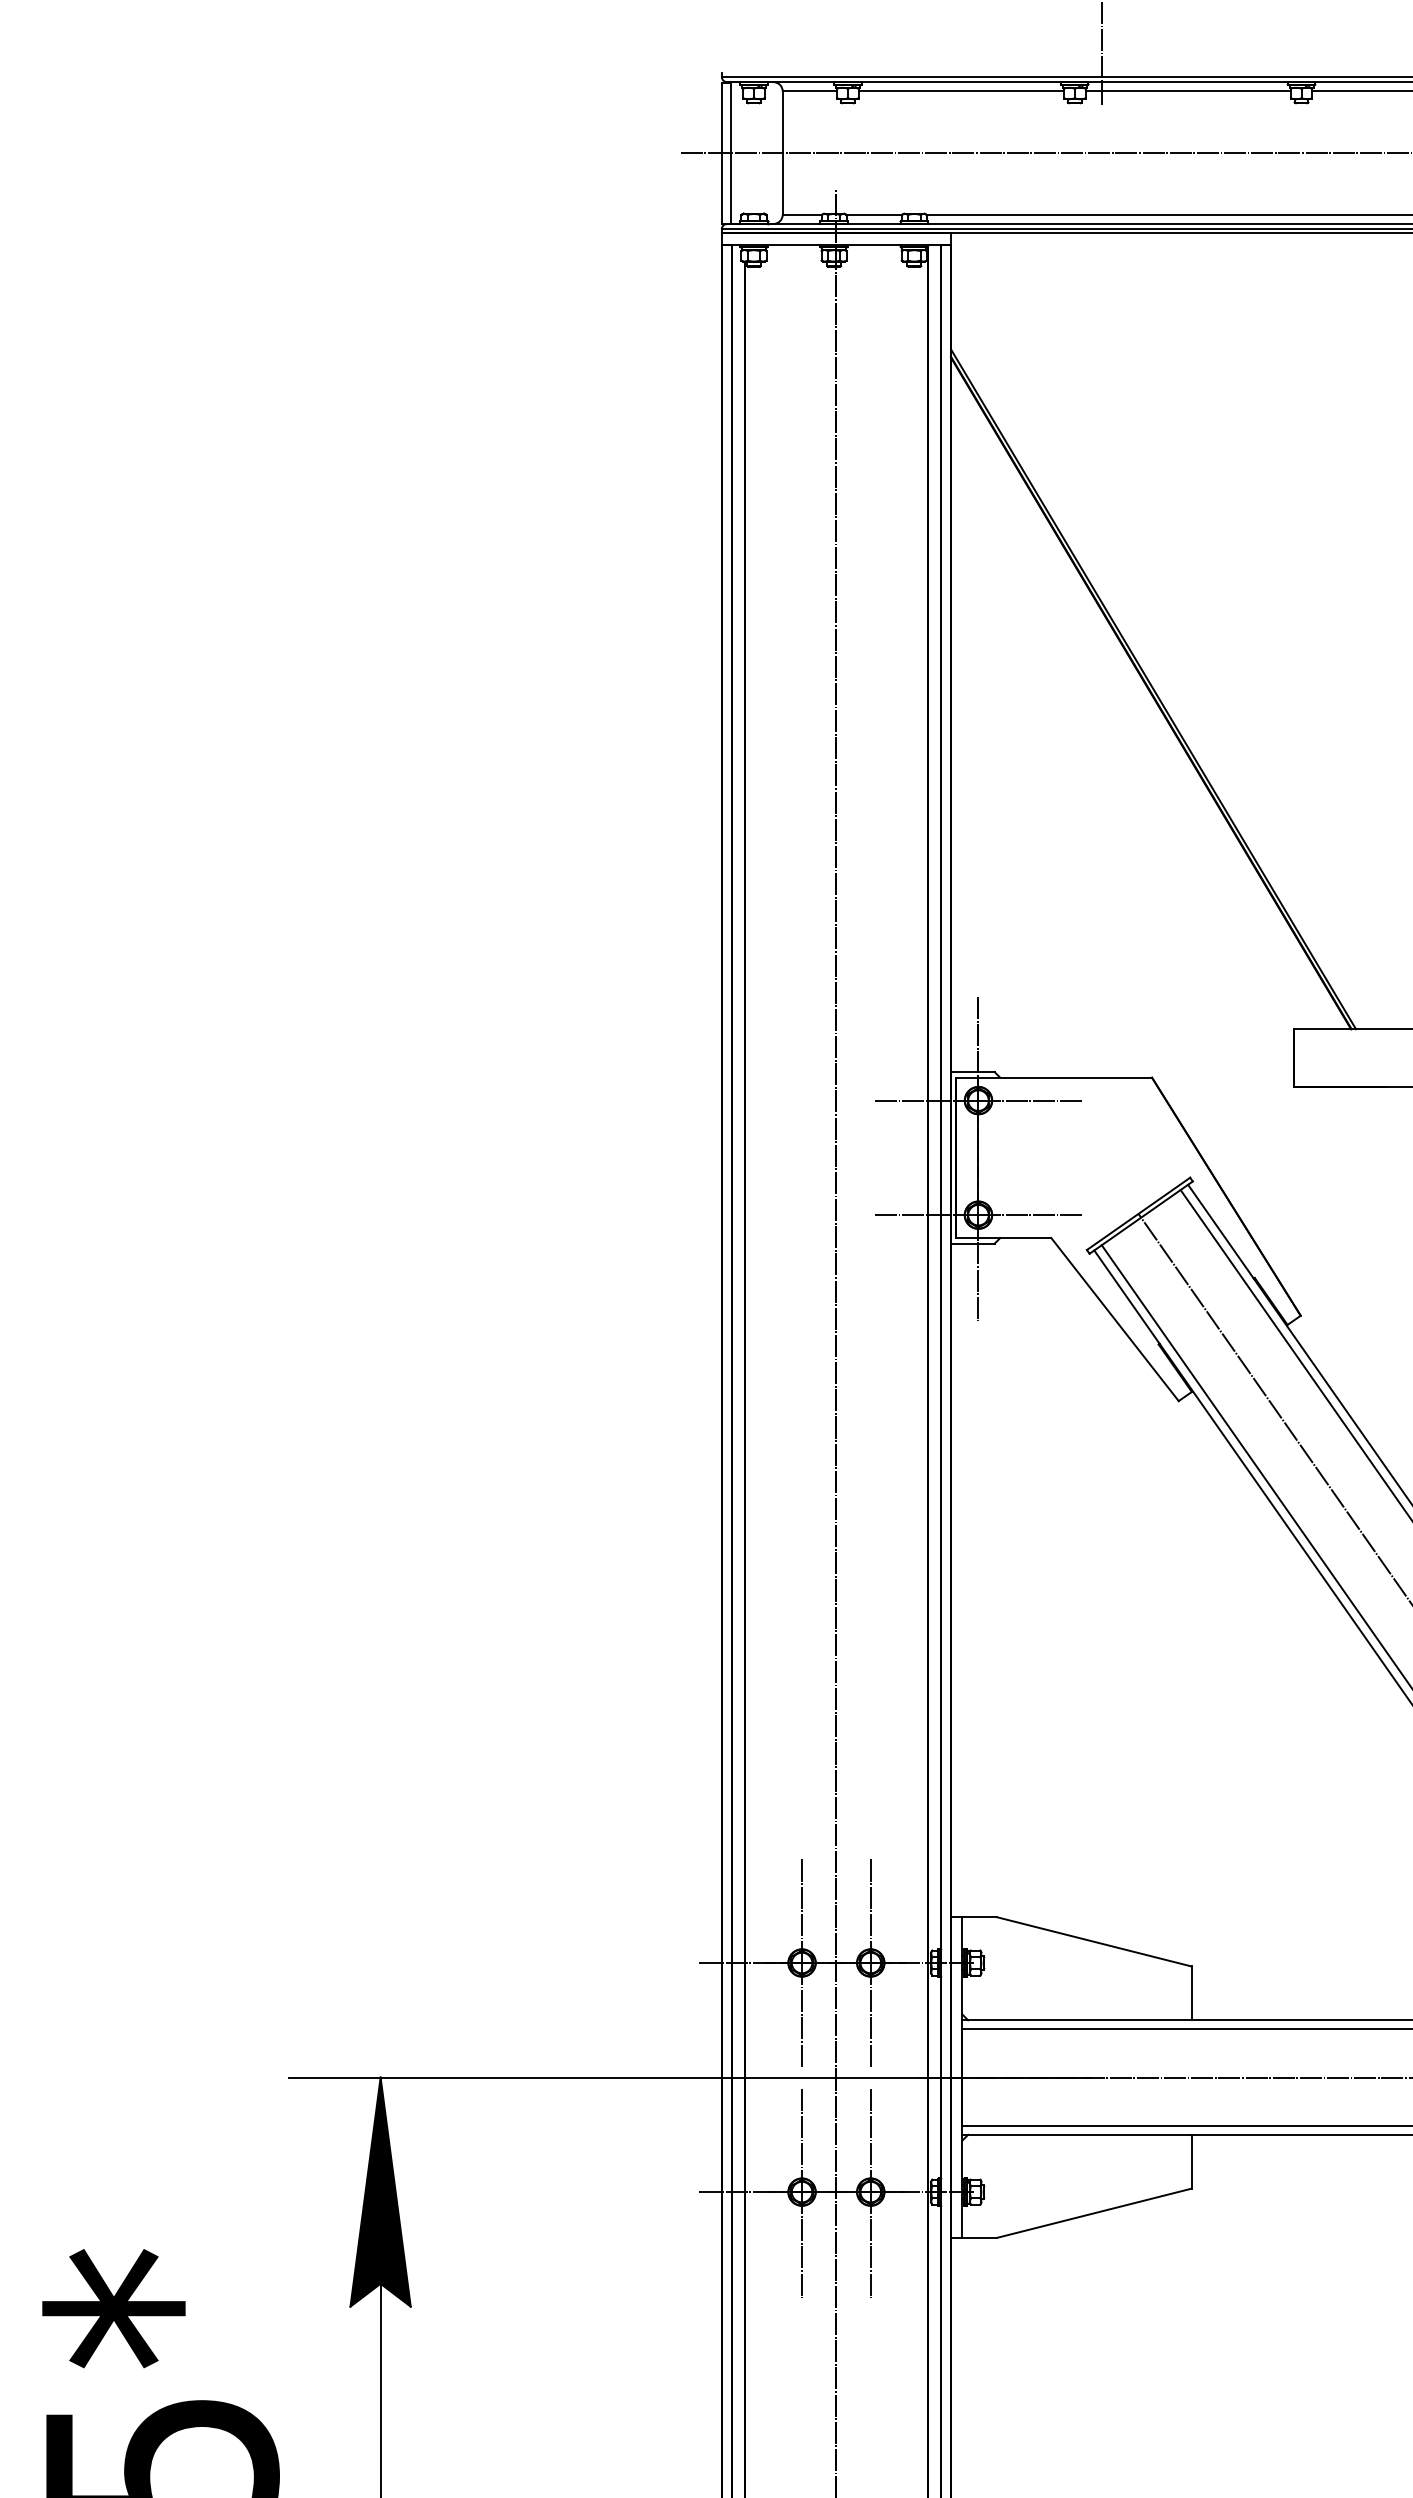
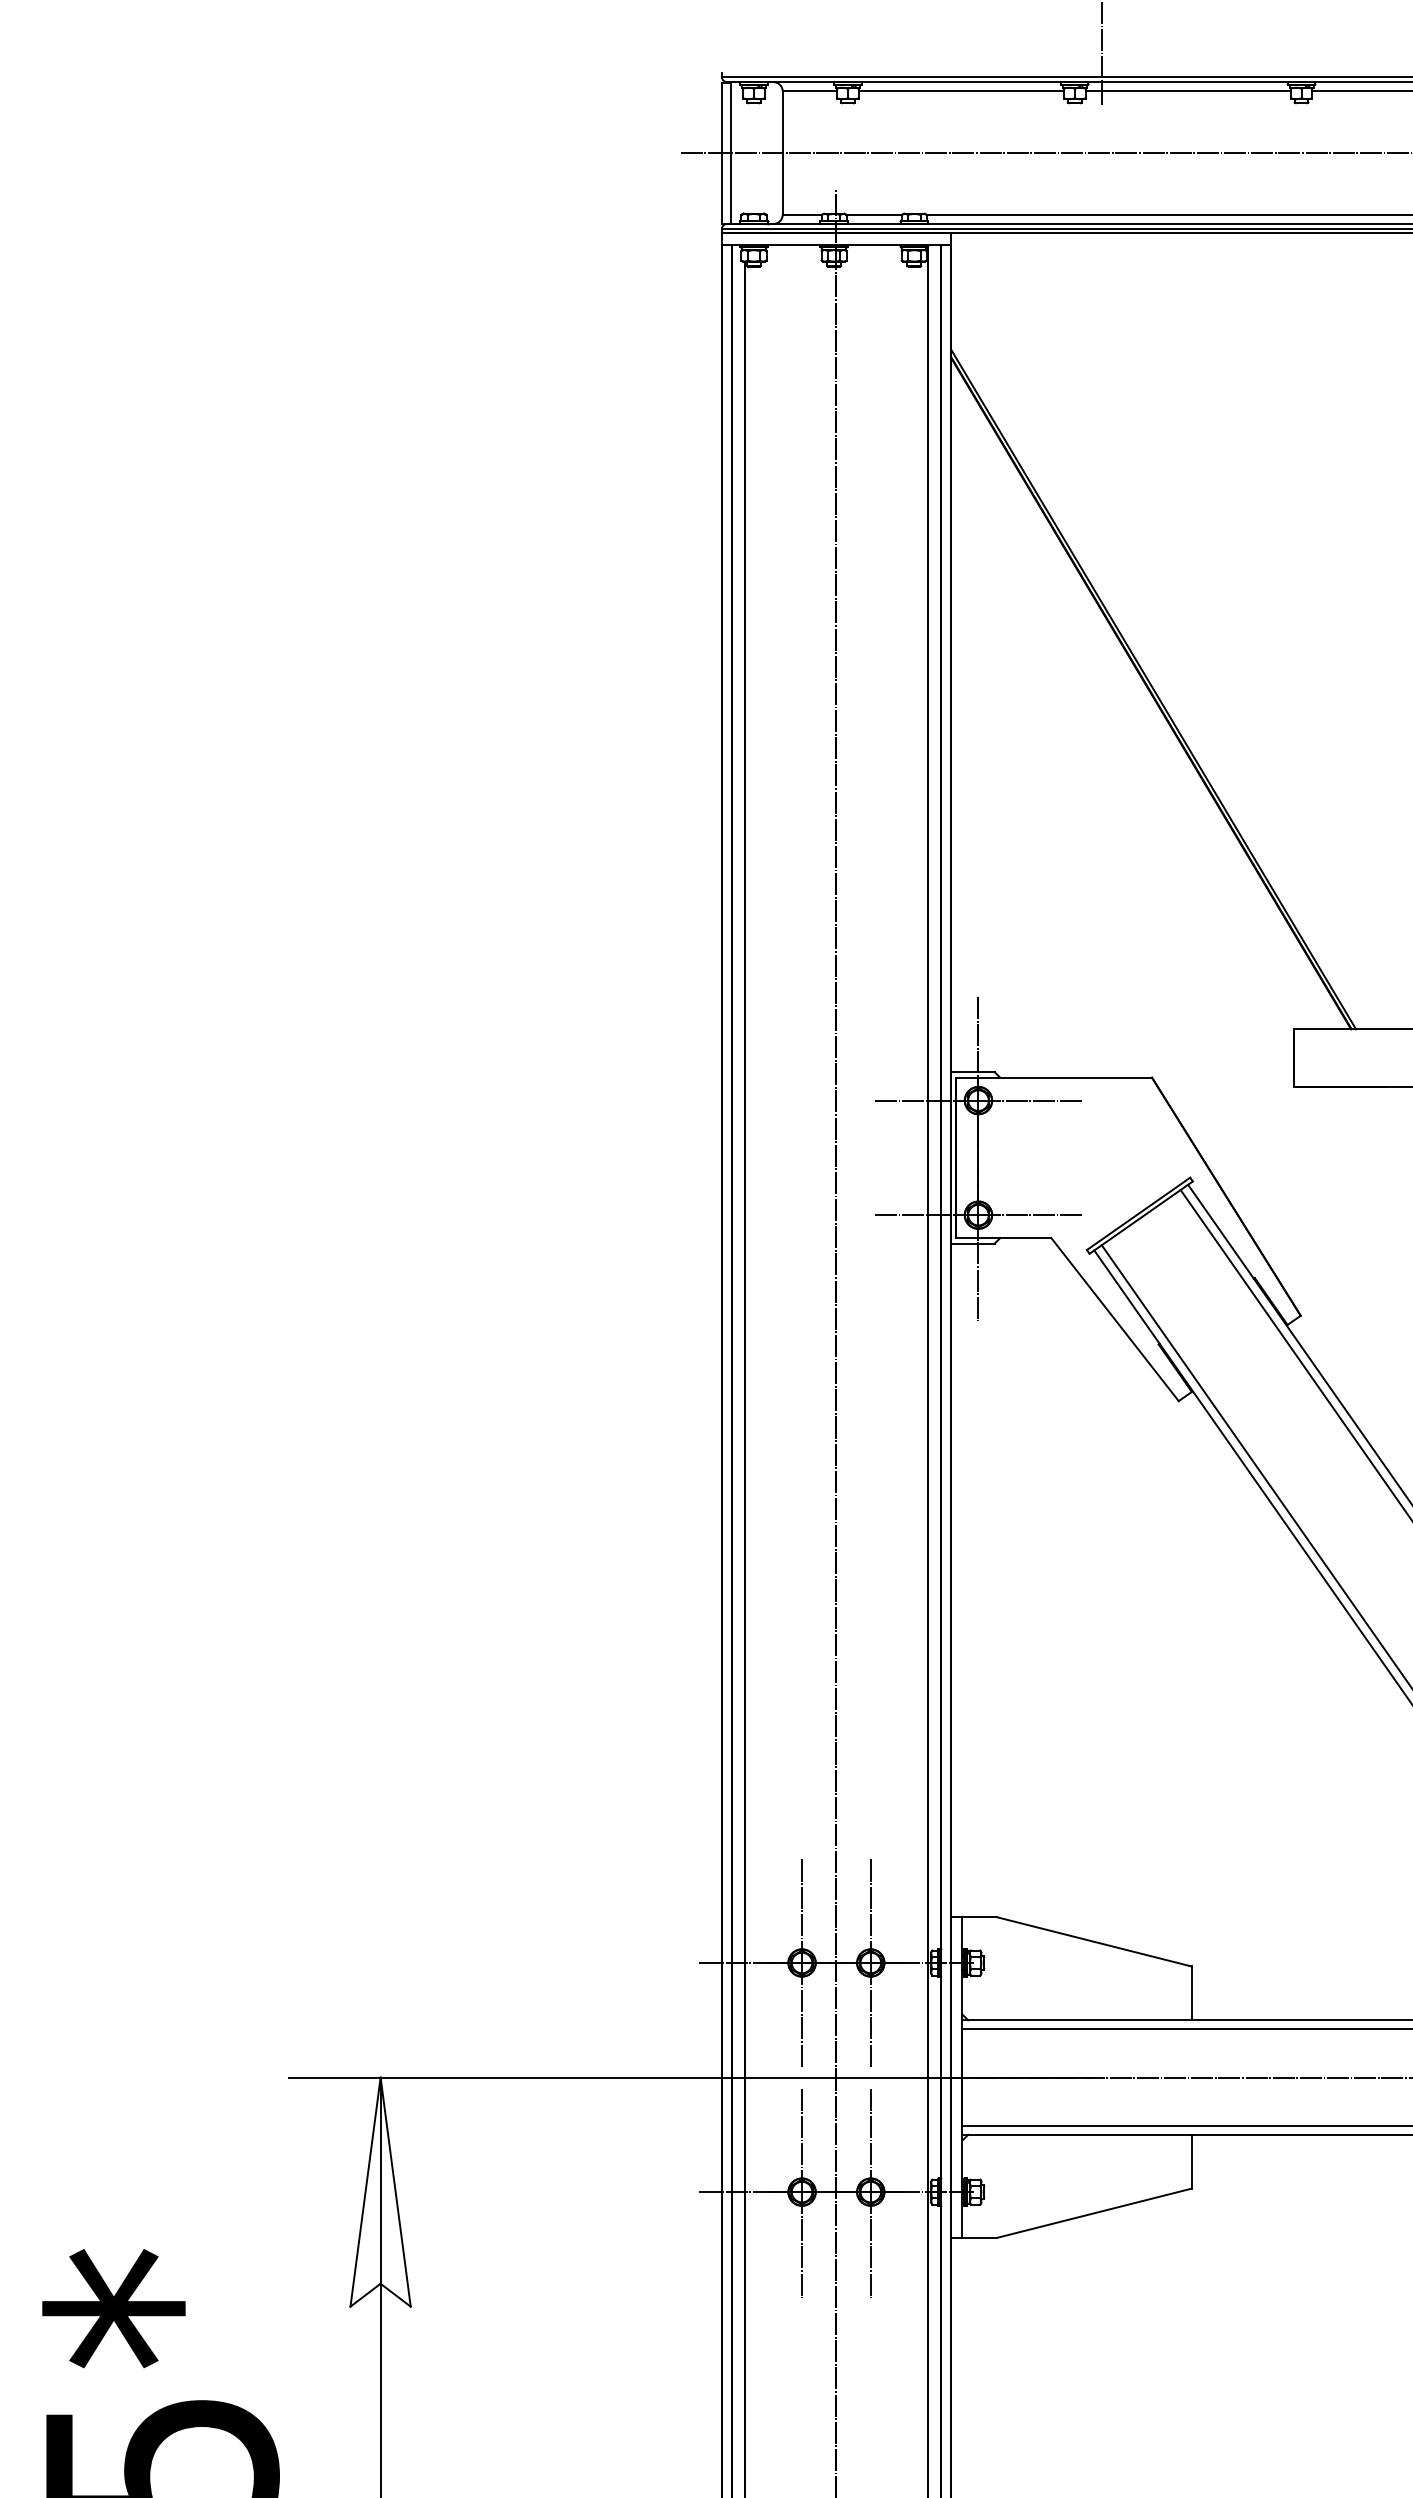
line at (1273, 1407): present -> none
fill at (380, 2191): present -> none
